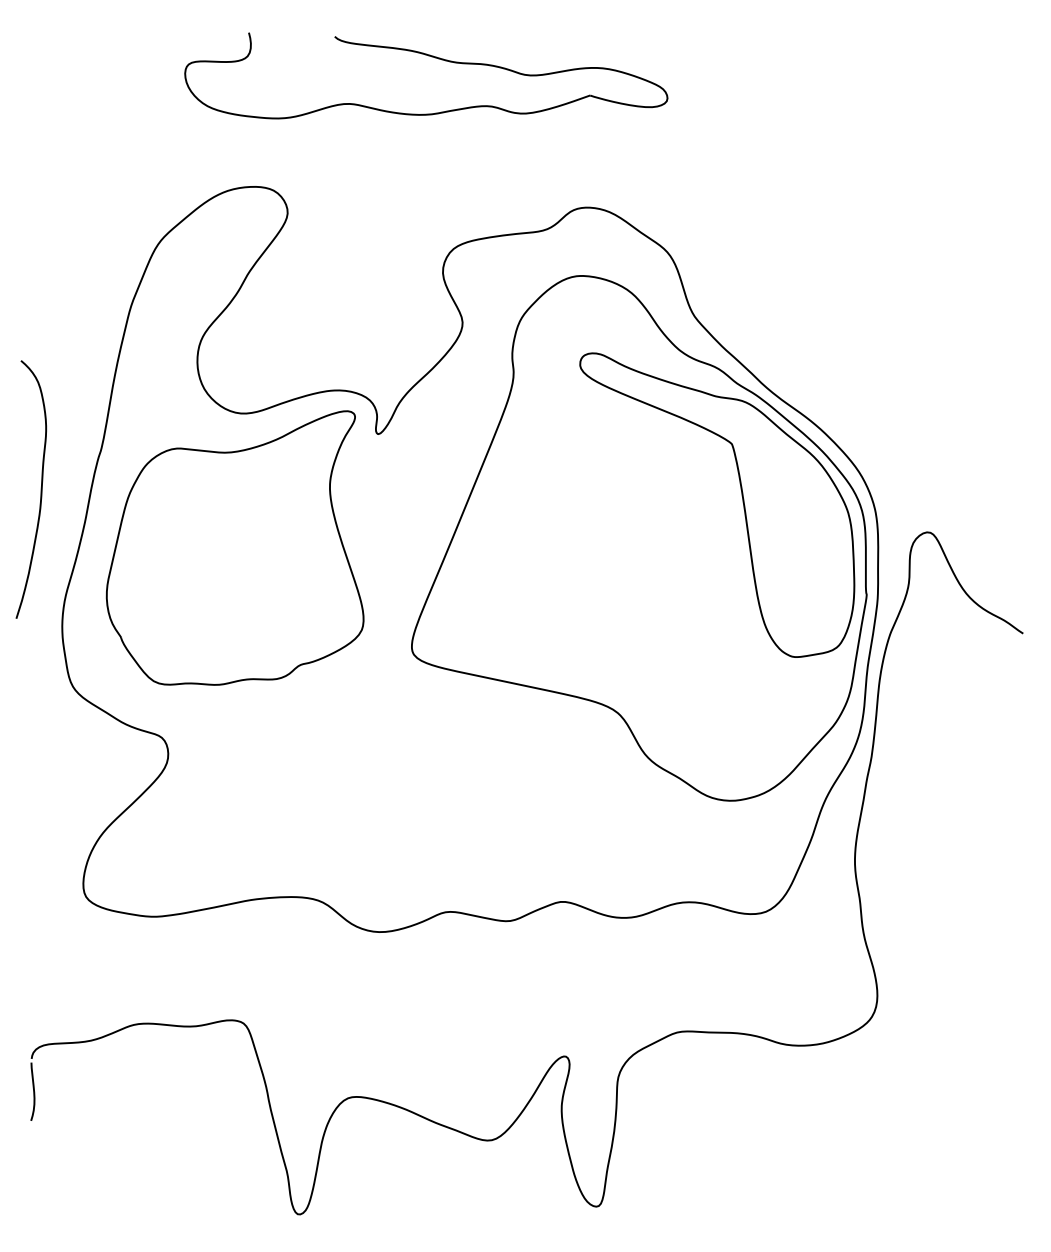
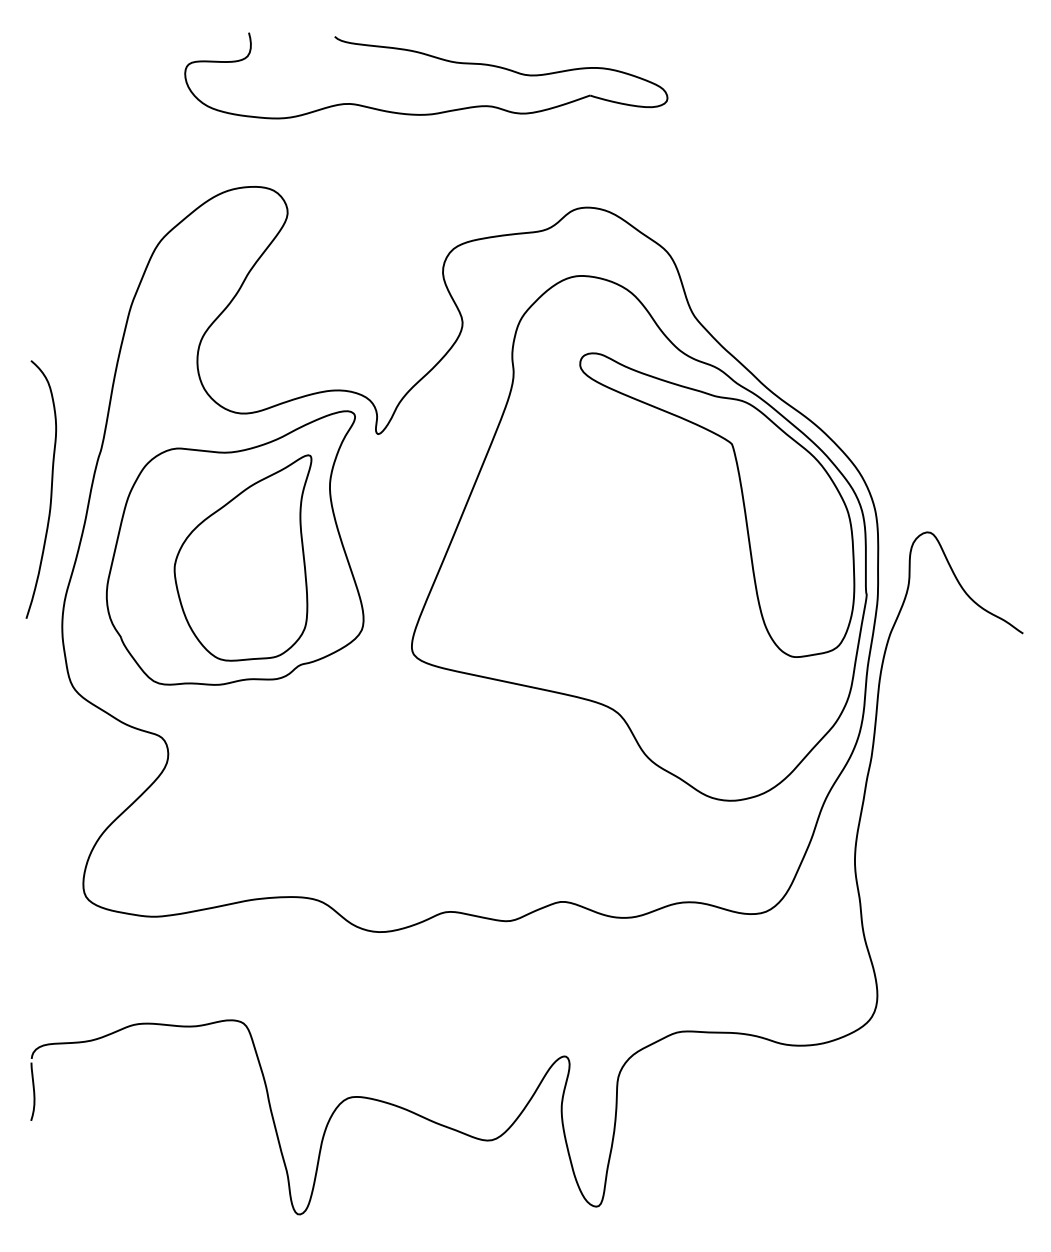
curve at (40, 489) position: (40, 489) -> (50, 489)
part at (242, 557): none -> present
